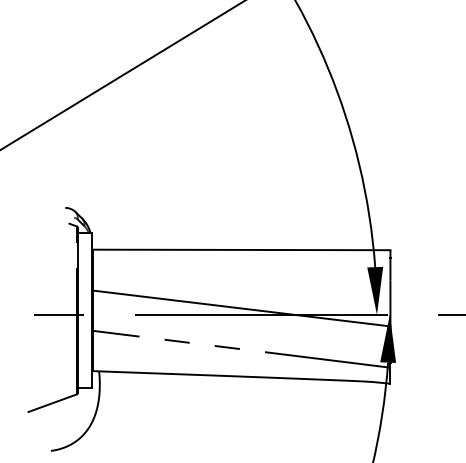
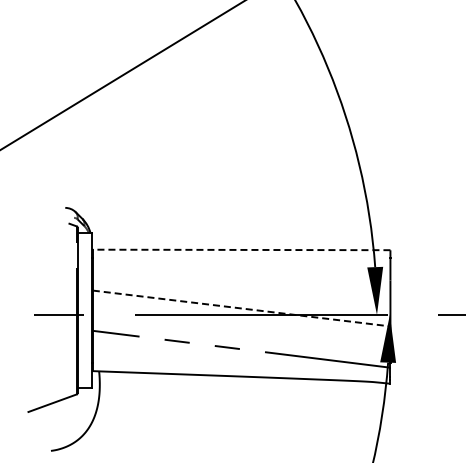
line at (241, 249): solid -> dashed
line at (241, 308): solid -> dashed
